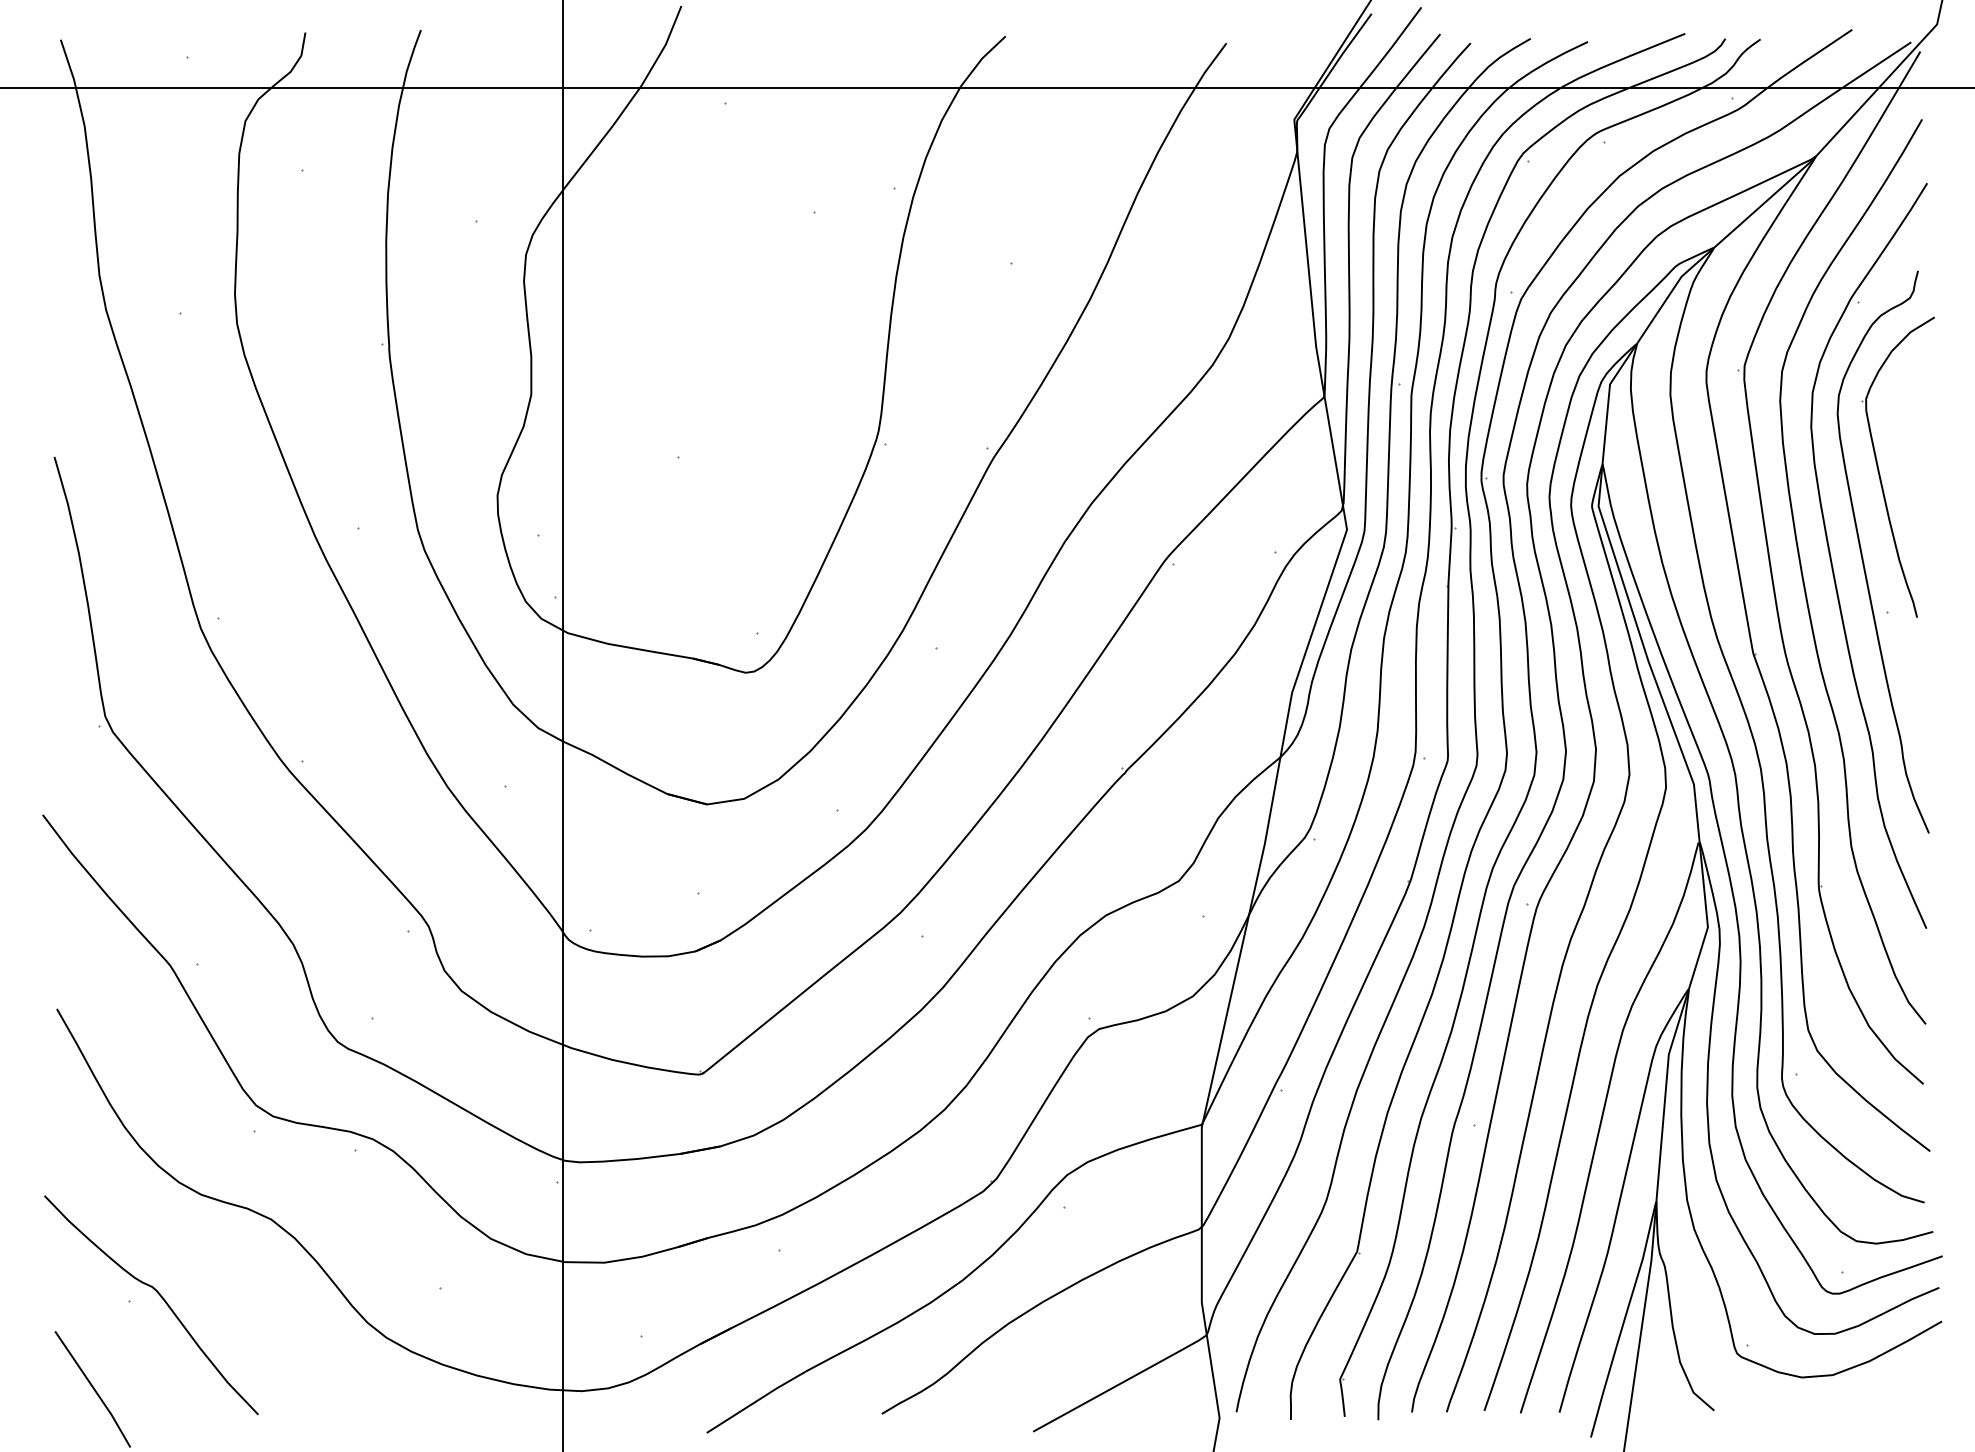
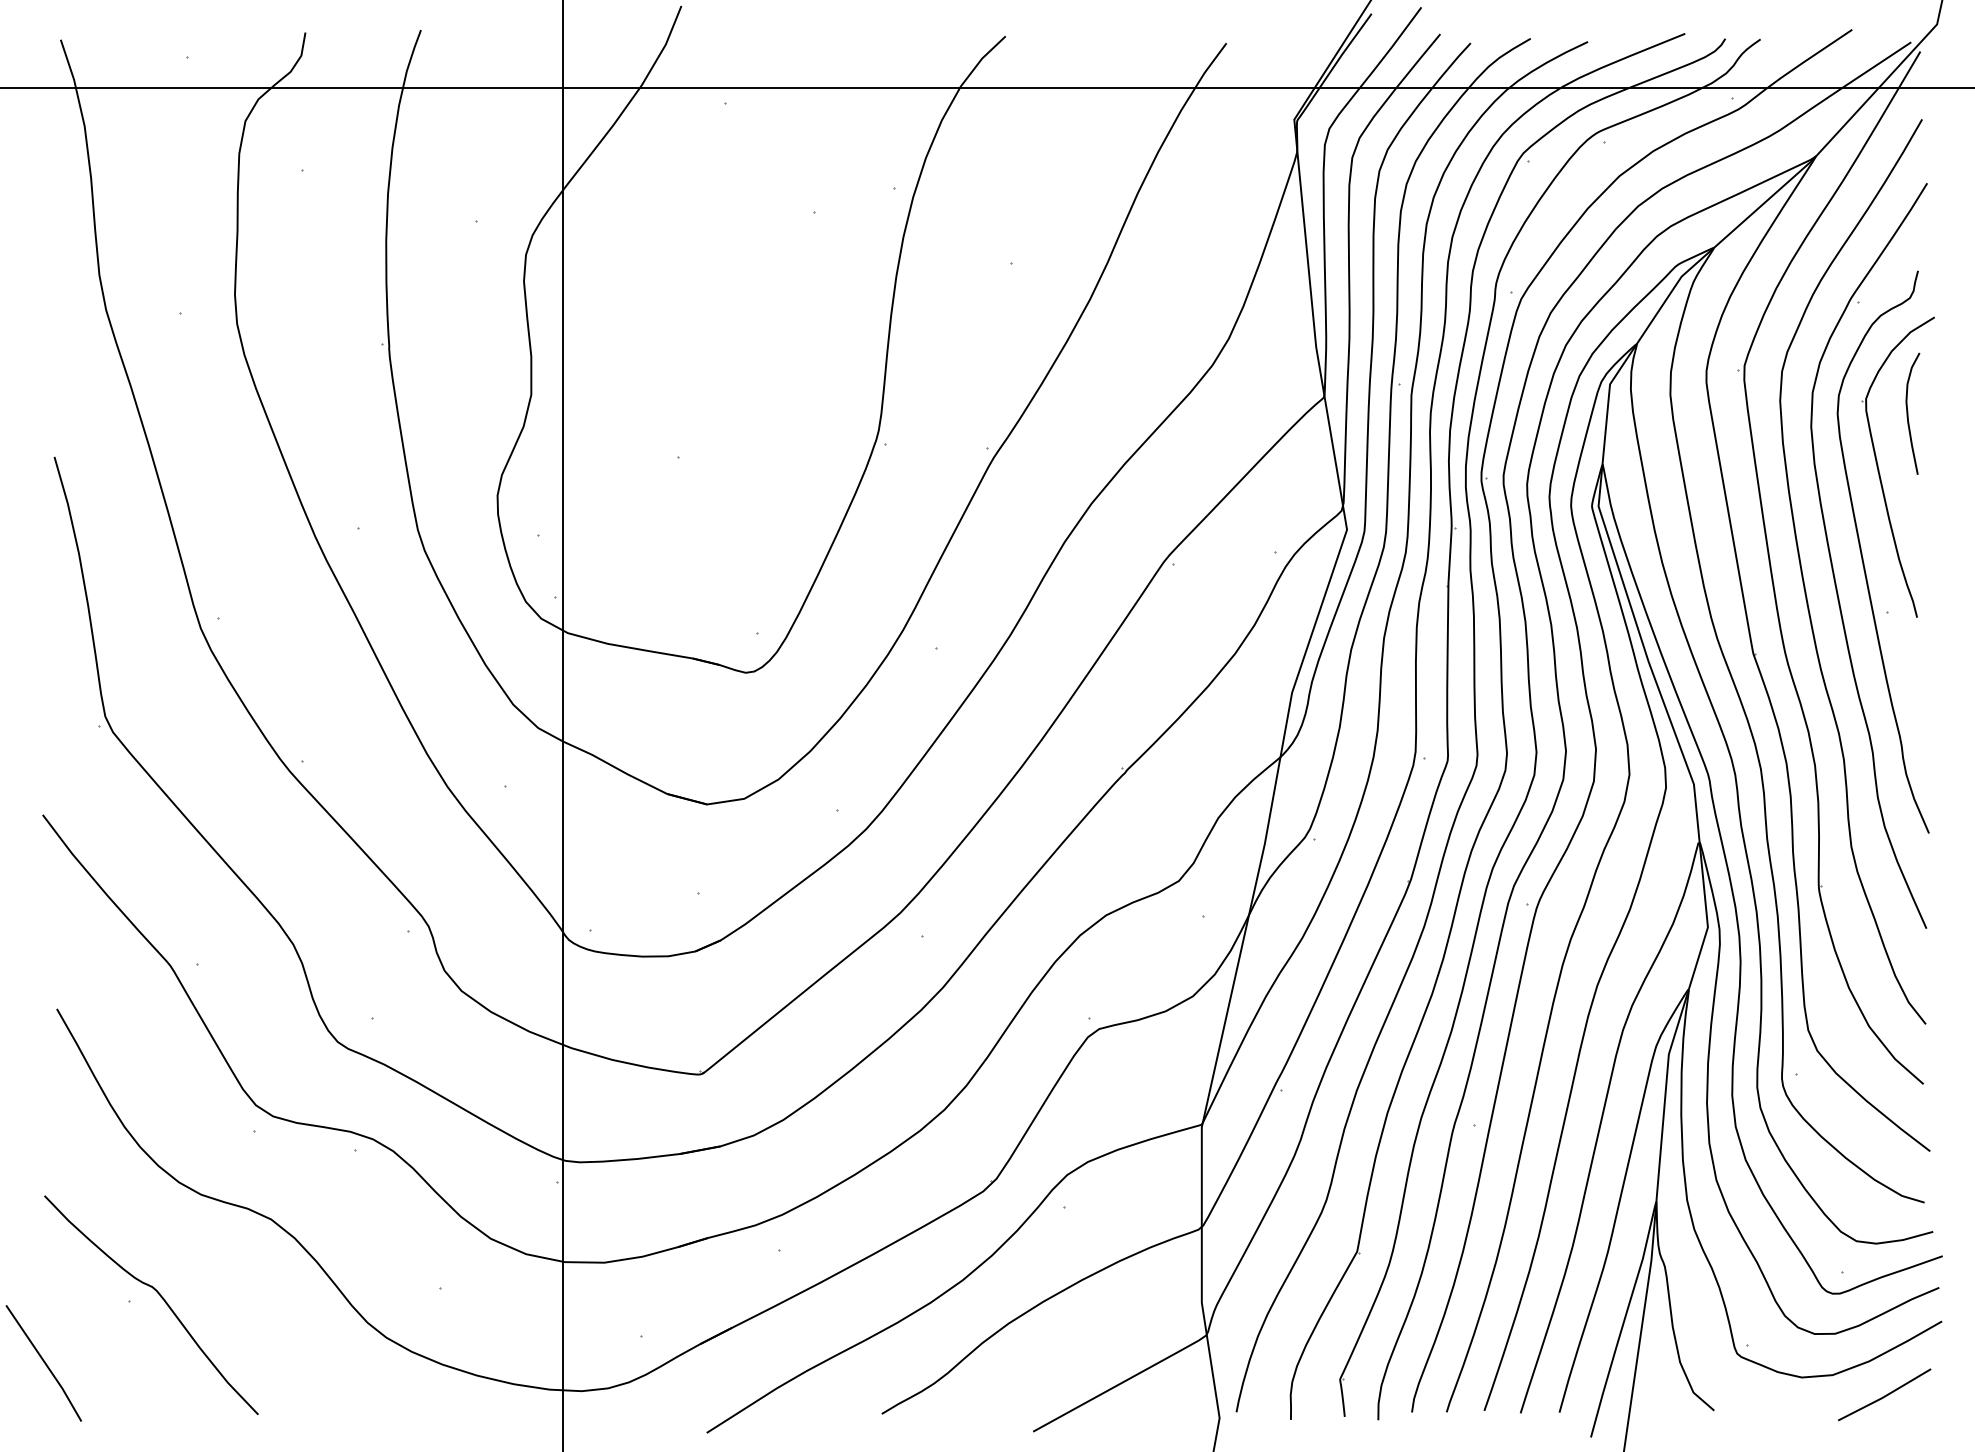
curve at (1908, 413): none -> present
line at (92, 1388) position: (92, 1388) -> (43, 1362)
line at (1884, 1395): none -> present
